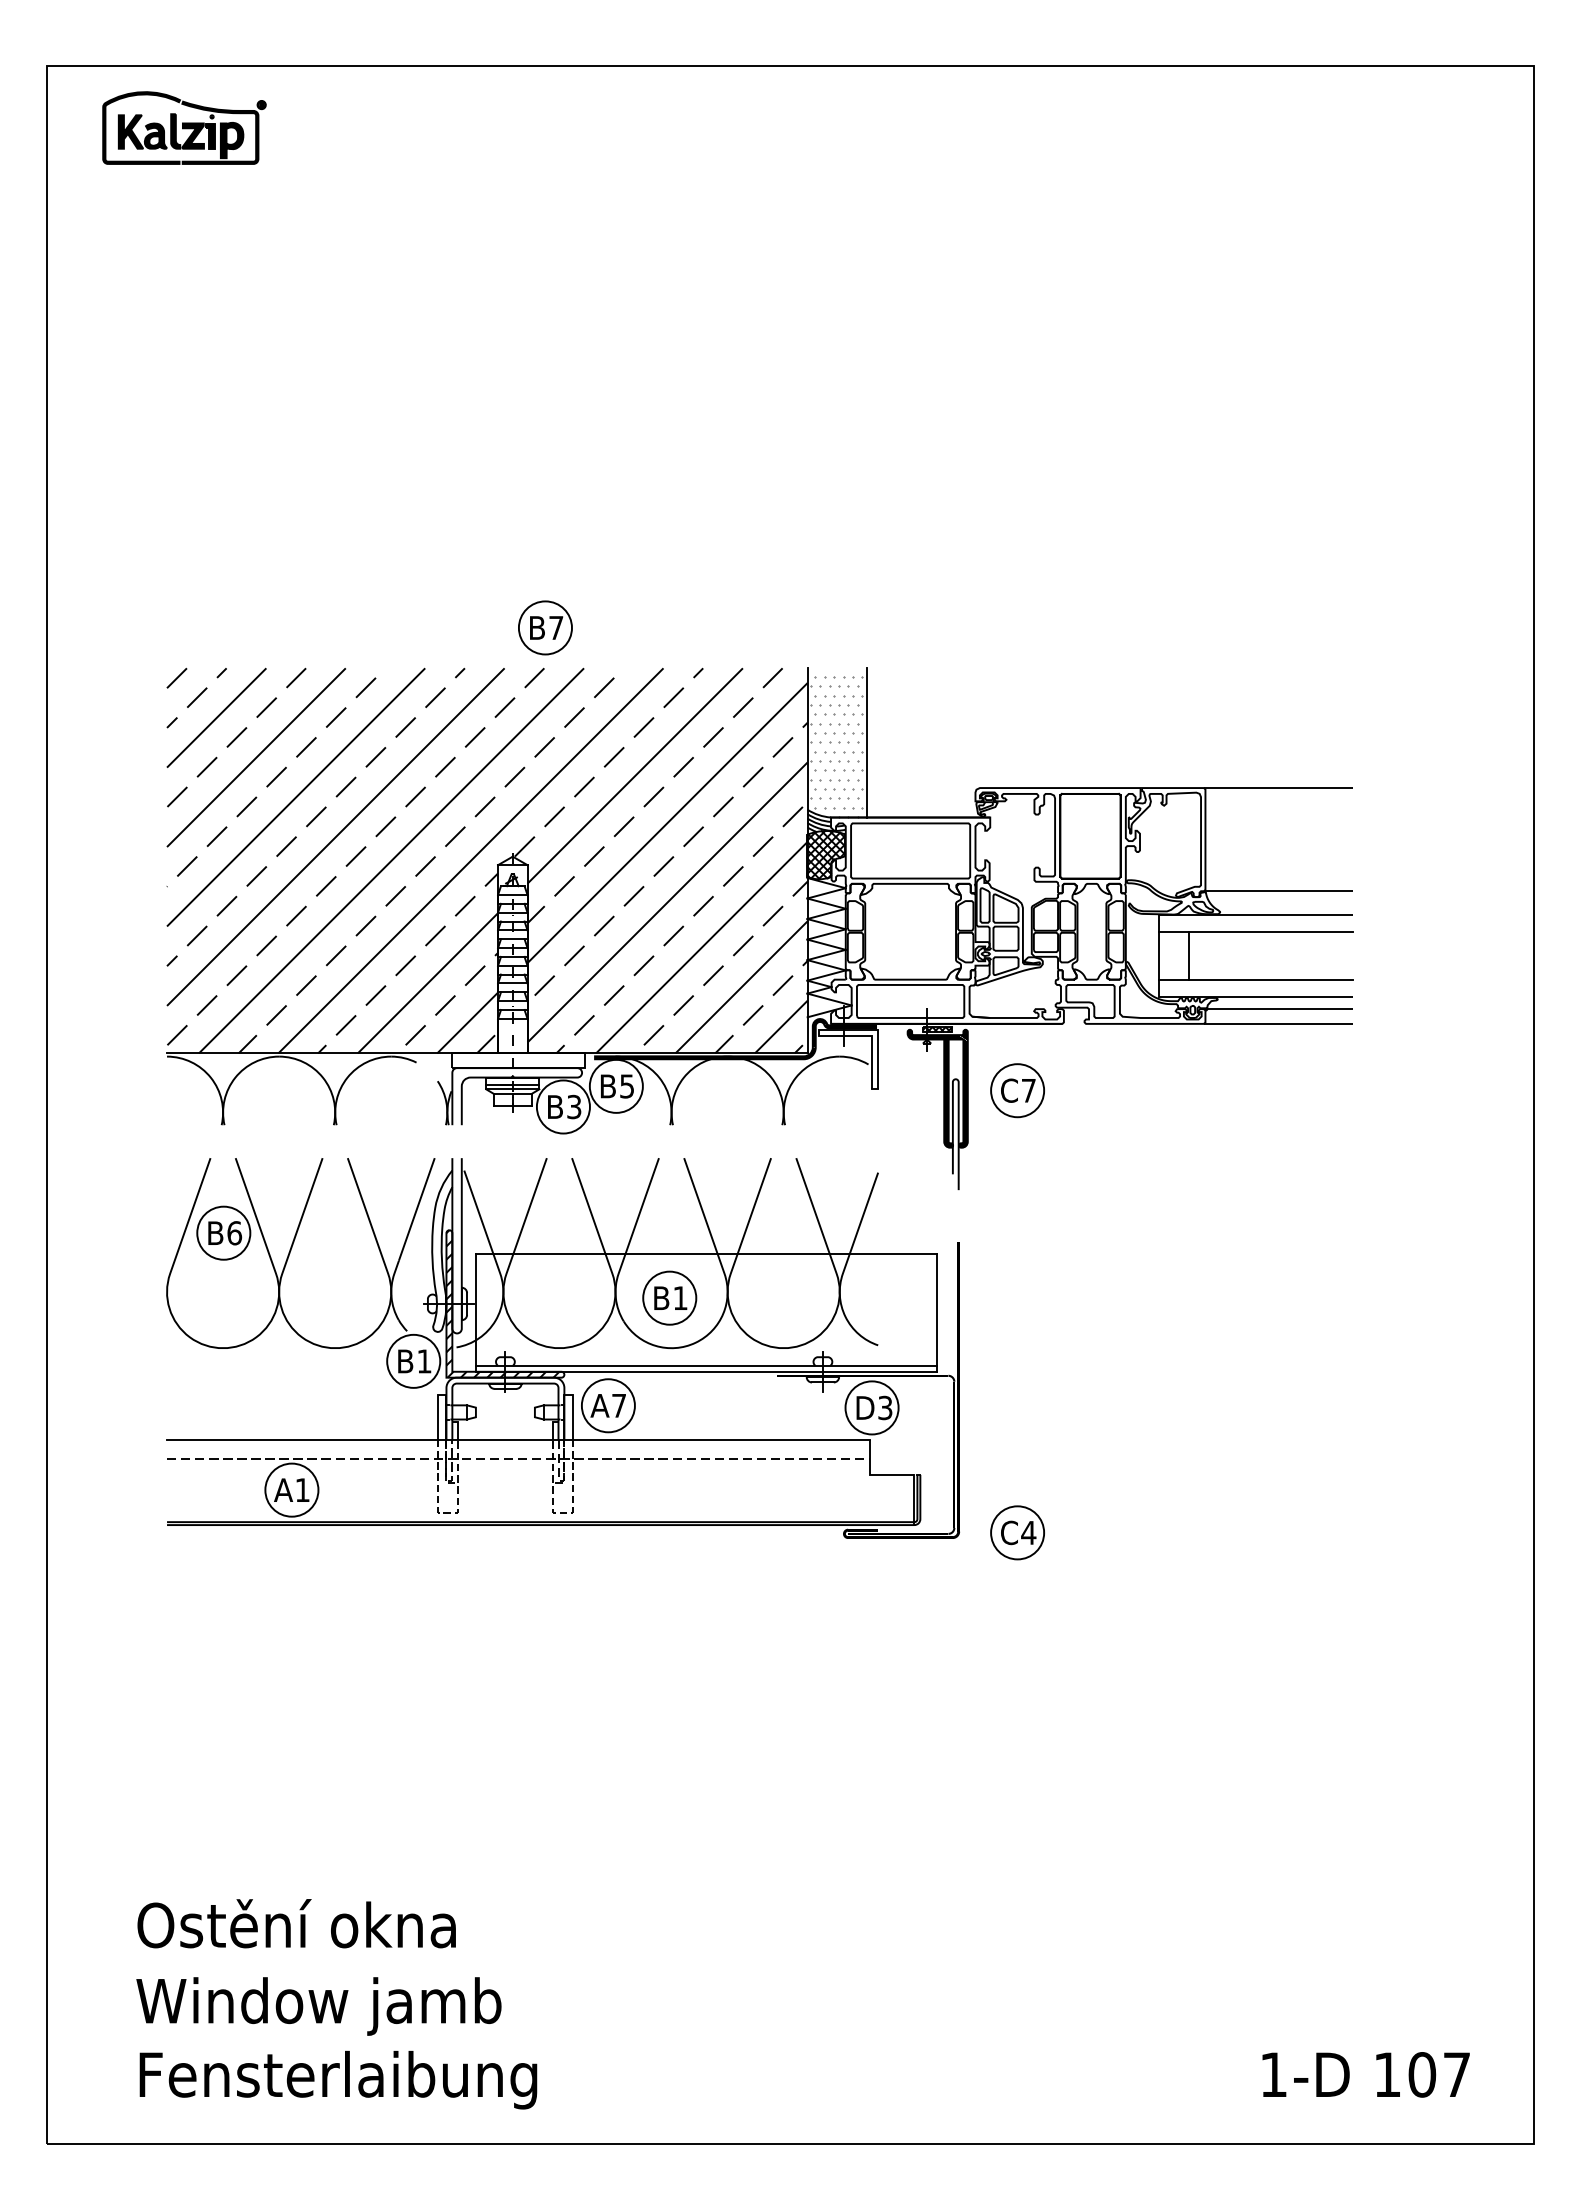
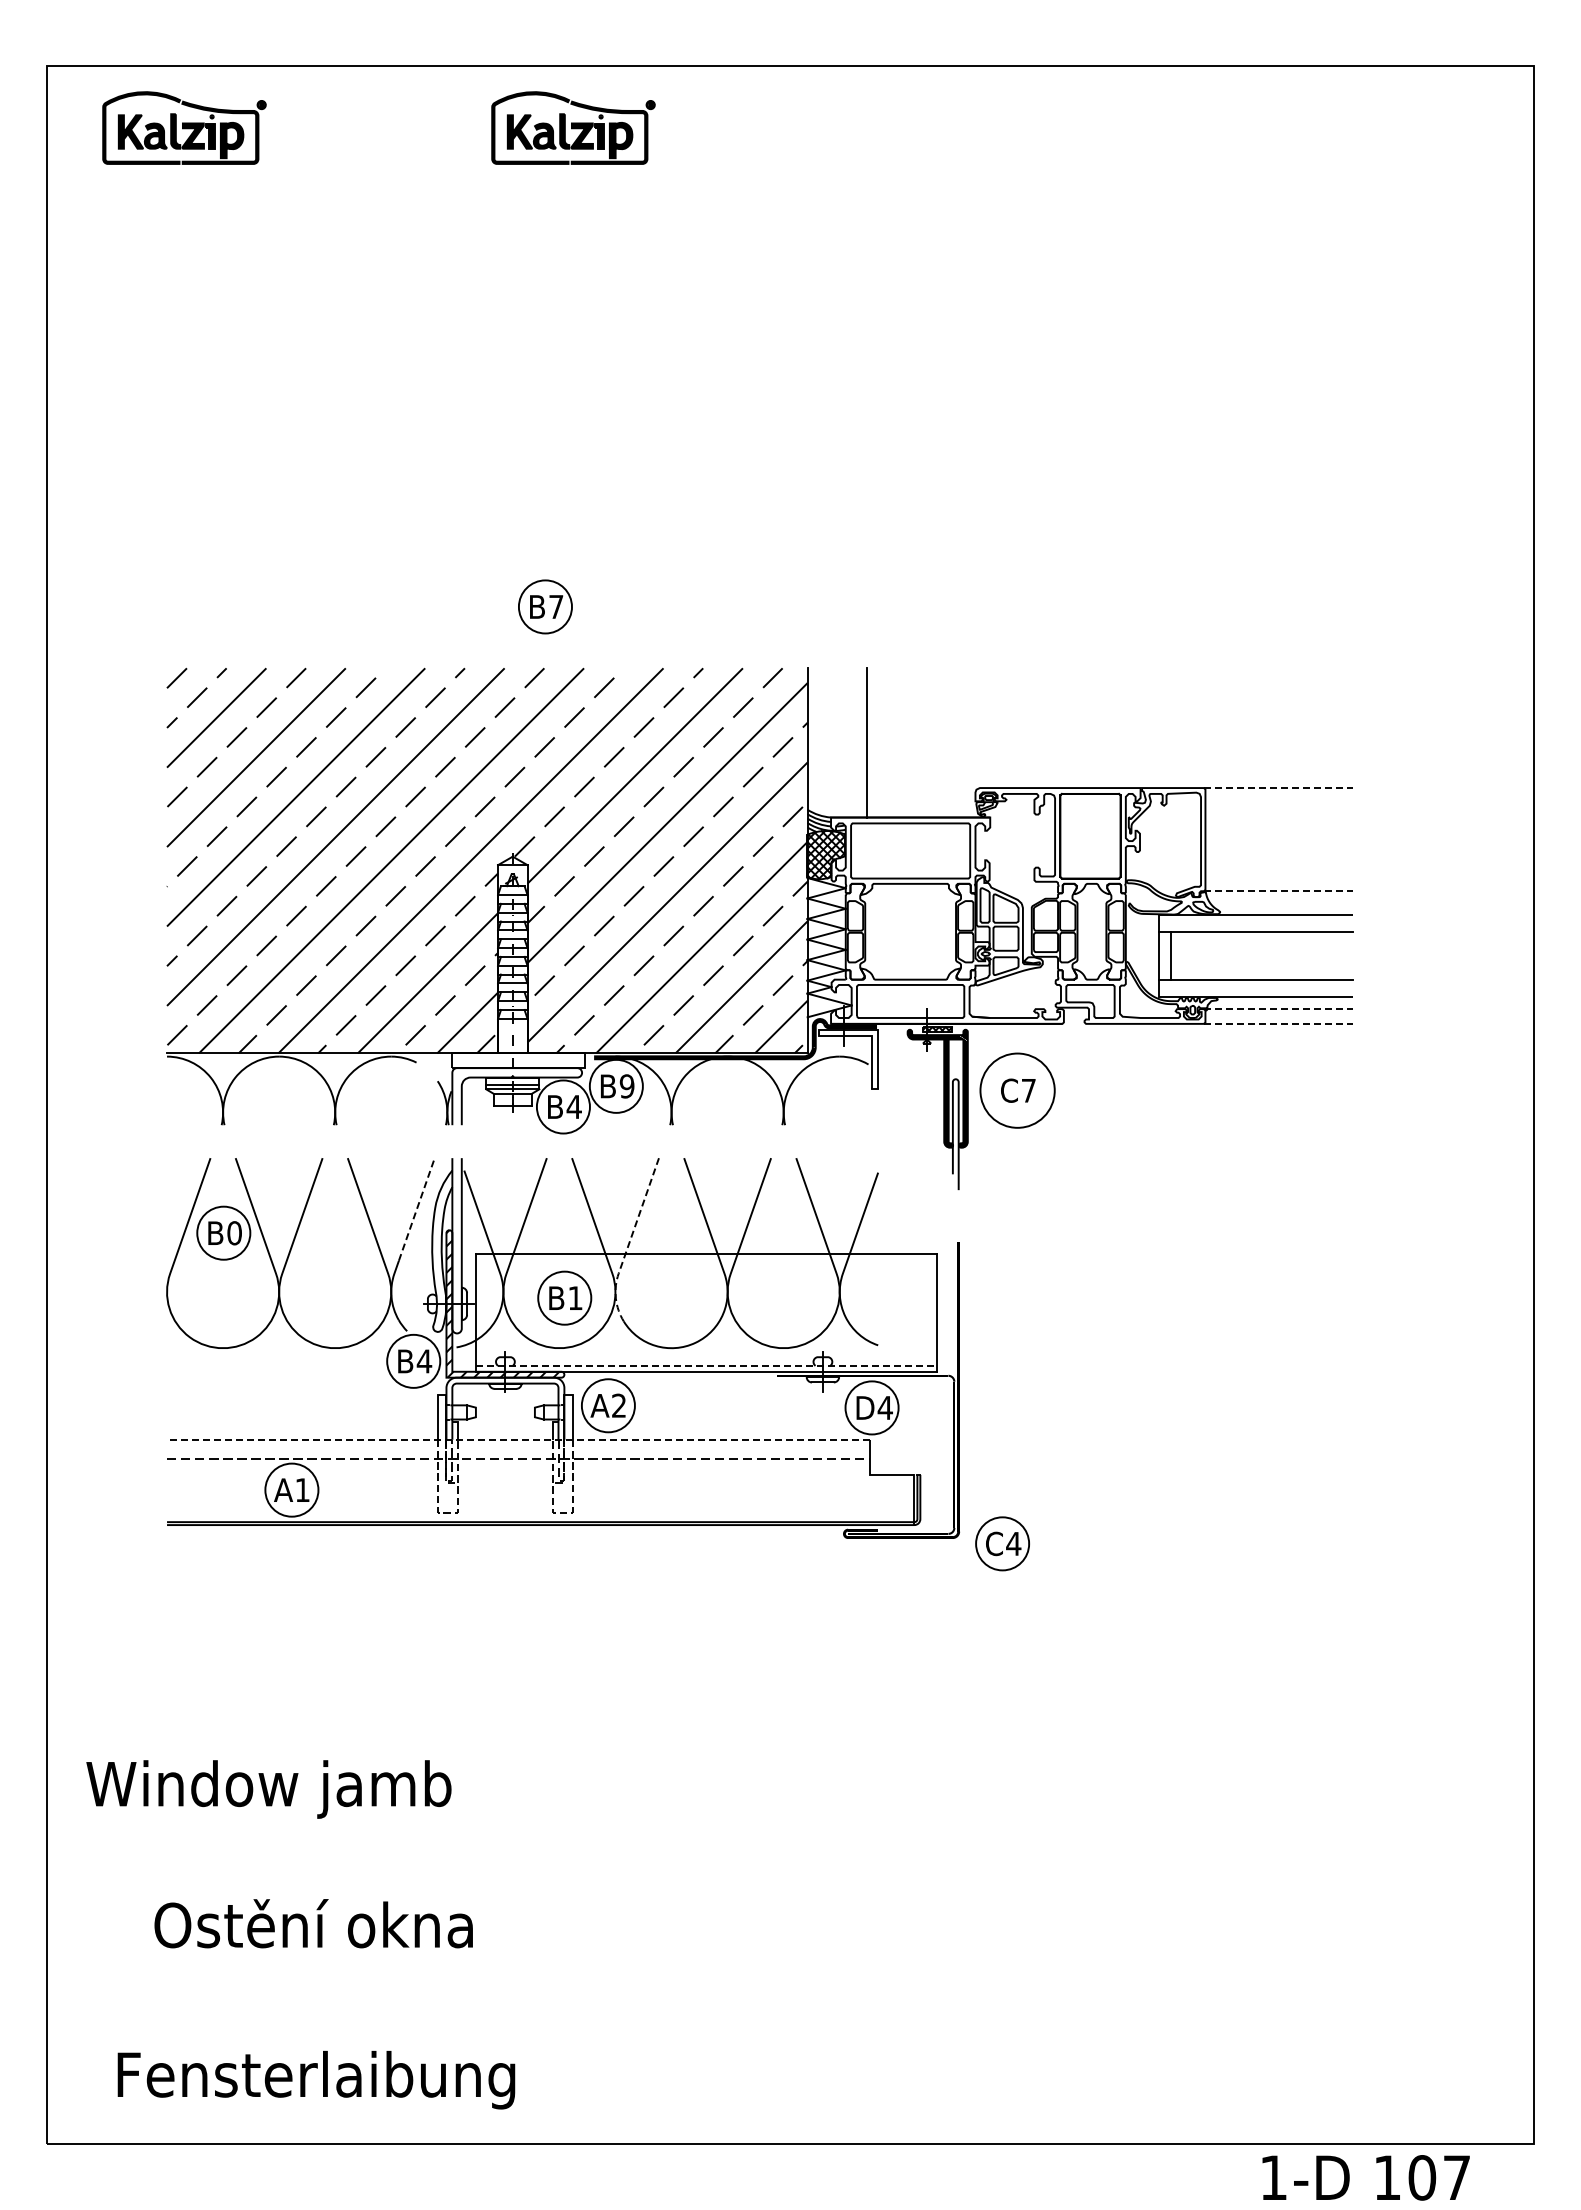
part at (573, 127): none -> present
part at (545, 627) position: (545, 627) -> (545, 606)
hatch at (836, 746): present -> none
line at (1278, 788): solid -> dashed
line at (1278, 891): solid -> dashed
line at (1188, 955) position: (1188, 955) -> (1170, 955)
line at (1278, 1009): solid -> dashed
line at (1278, 1023): solid -> dashed
text at (626, 1086): B5 -> B9
circle at (1017, 1090) diameter: 53 px -> 74 px
text at (573, 1106): B3 -> B4
line at (417, 1208): solid -> dashed
text at (234, 1233): B6 -> B0
line at (628, 1245): solid -> dashed
part at (669, 1297) position: (669, 1297) -> (564, 1297)
text at (424, 1361): B1 -> B4
line at (706, 1365): solid -> dashed
text at (618, 1405): A7 -> A2
text at (884, 1407): D3 -> D4
line at (518, 1439): solid -> dashed
part at (1017, 1532) position: (1017, 1532) -> (1002, 1543)
text at (296, 1923) position: (296, 1923) -> (313, 1923)
text at (318, 2006) position: (318, 2006) -> (268, 1789)
text at (1365, 2074) position: (1365, 2074) -> (1365, 2177)
text at (338, 2080) position: (338, 2080) -> (316, 2080)
